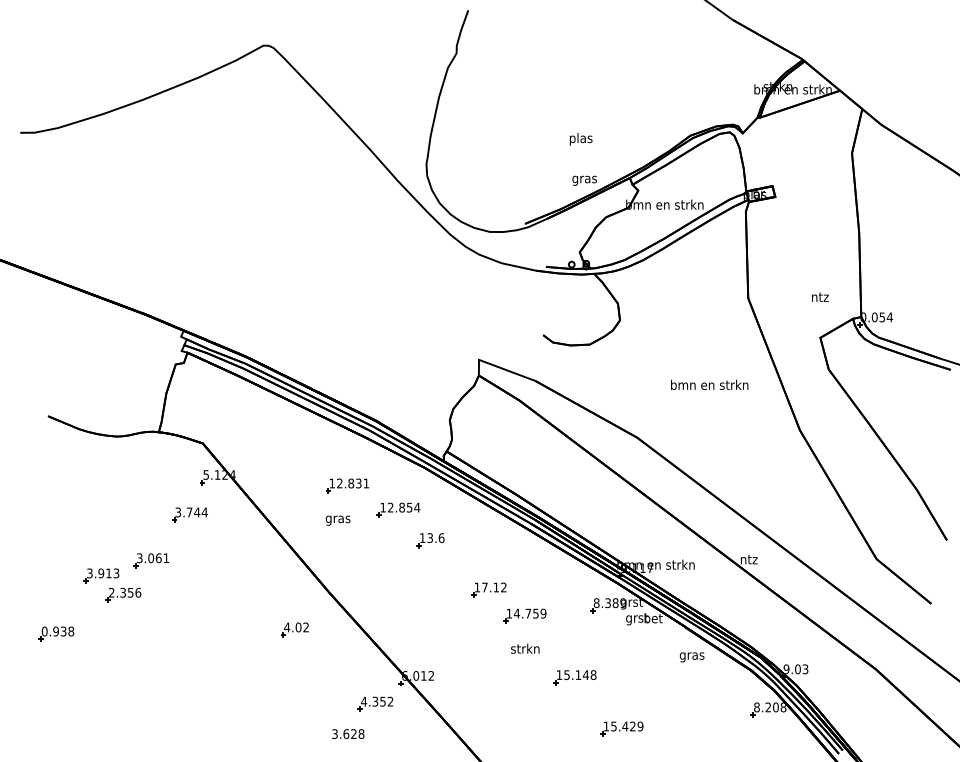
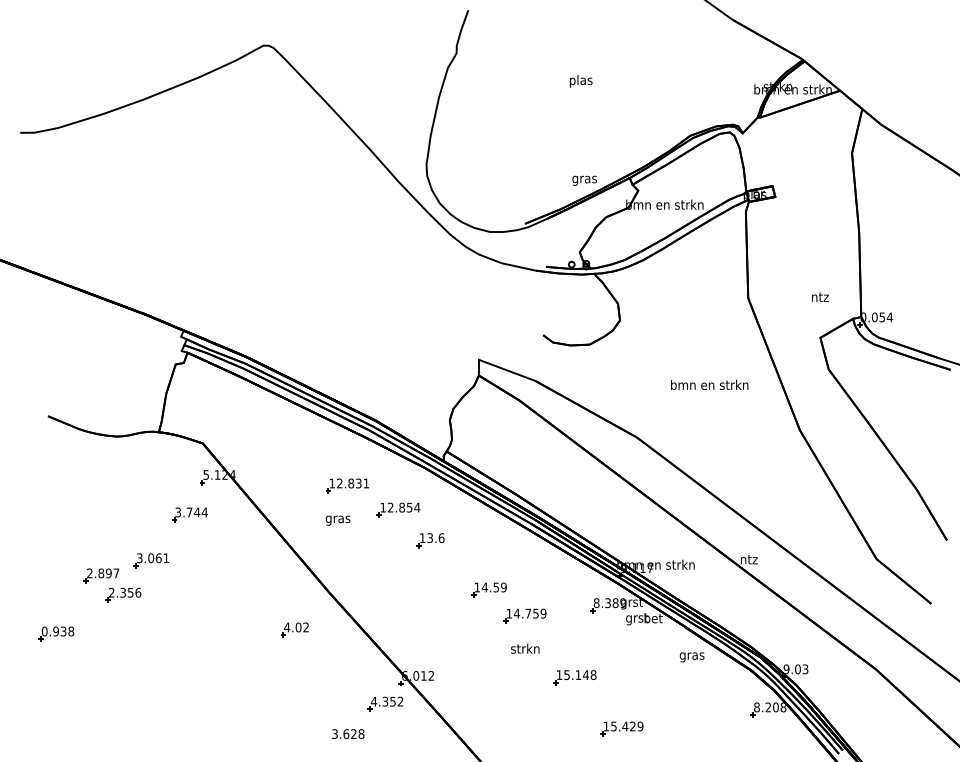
text at (580, 139) position: (580, 139) -> (580, 81)
text at (103, 573): 3.913 -> 2.897
text at (493, 587): 17.12 -> 14.59
part at (375, 703) position: (375, 703) -> (385, 703)
